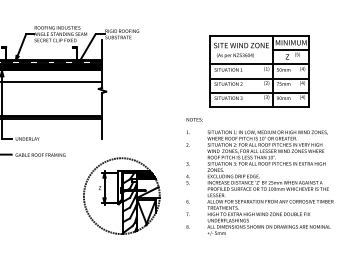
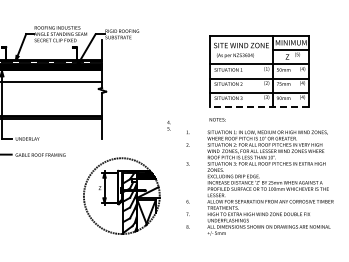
line at (258, 106): solid -> dashed
text at (194, 119) position: (194, 119) -> (217, 119)
text at (187, 179) position: (187, 179) -> (168, 125)
